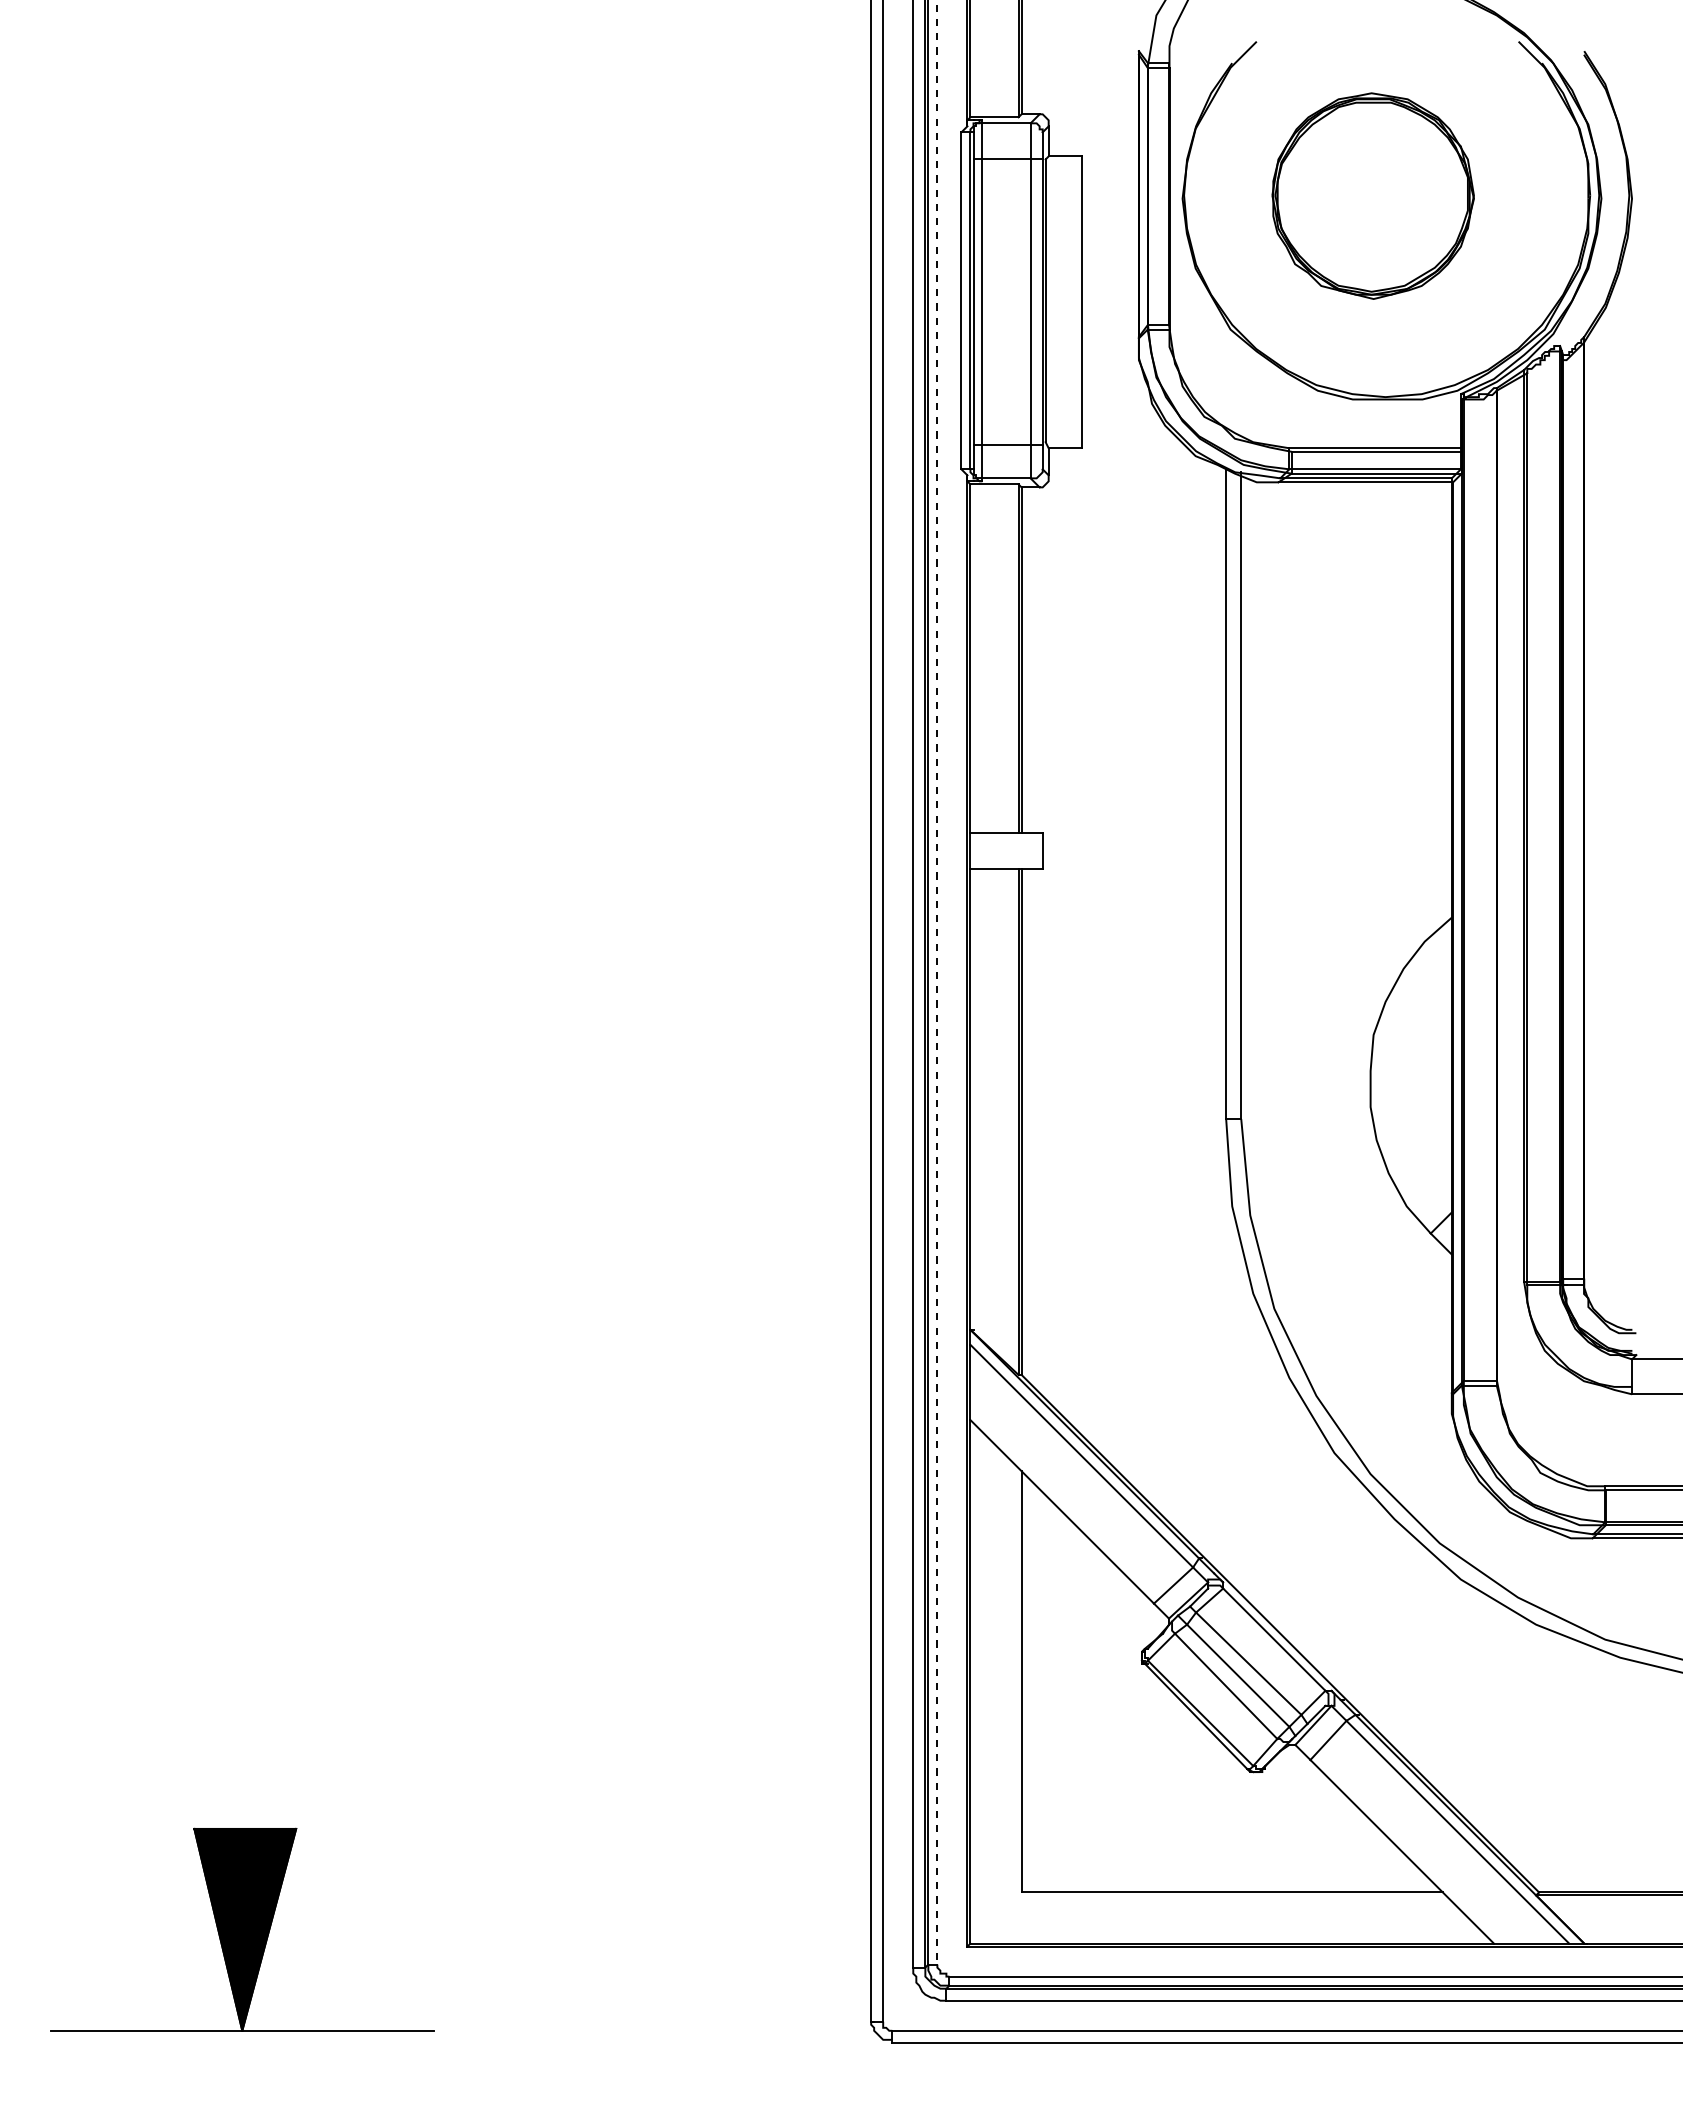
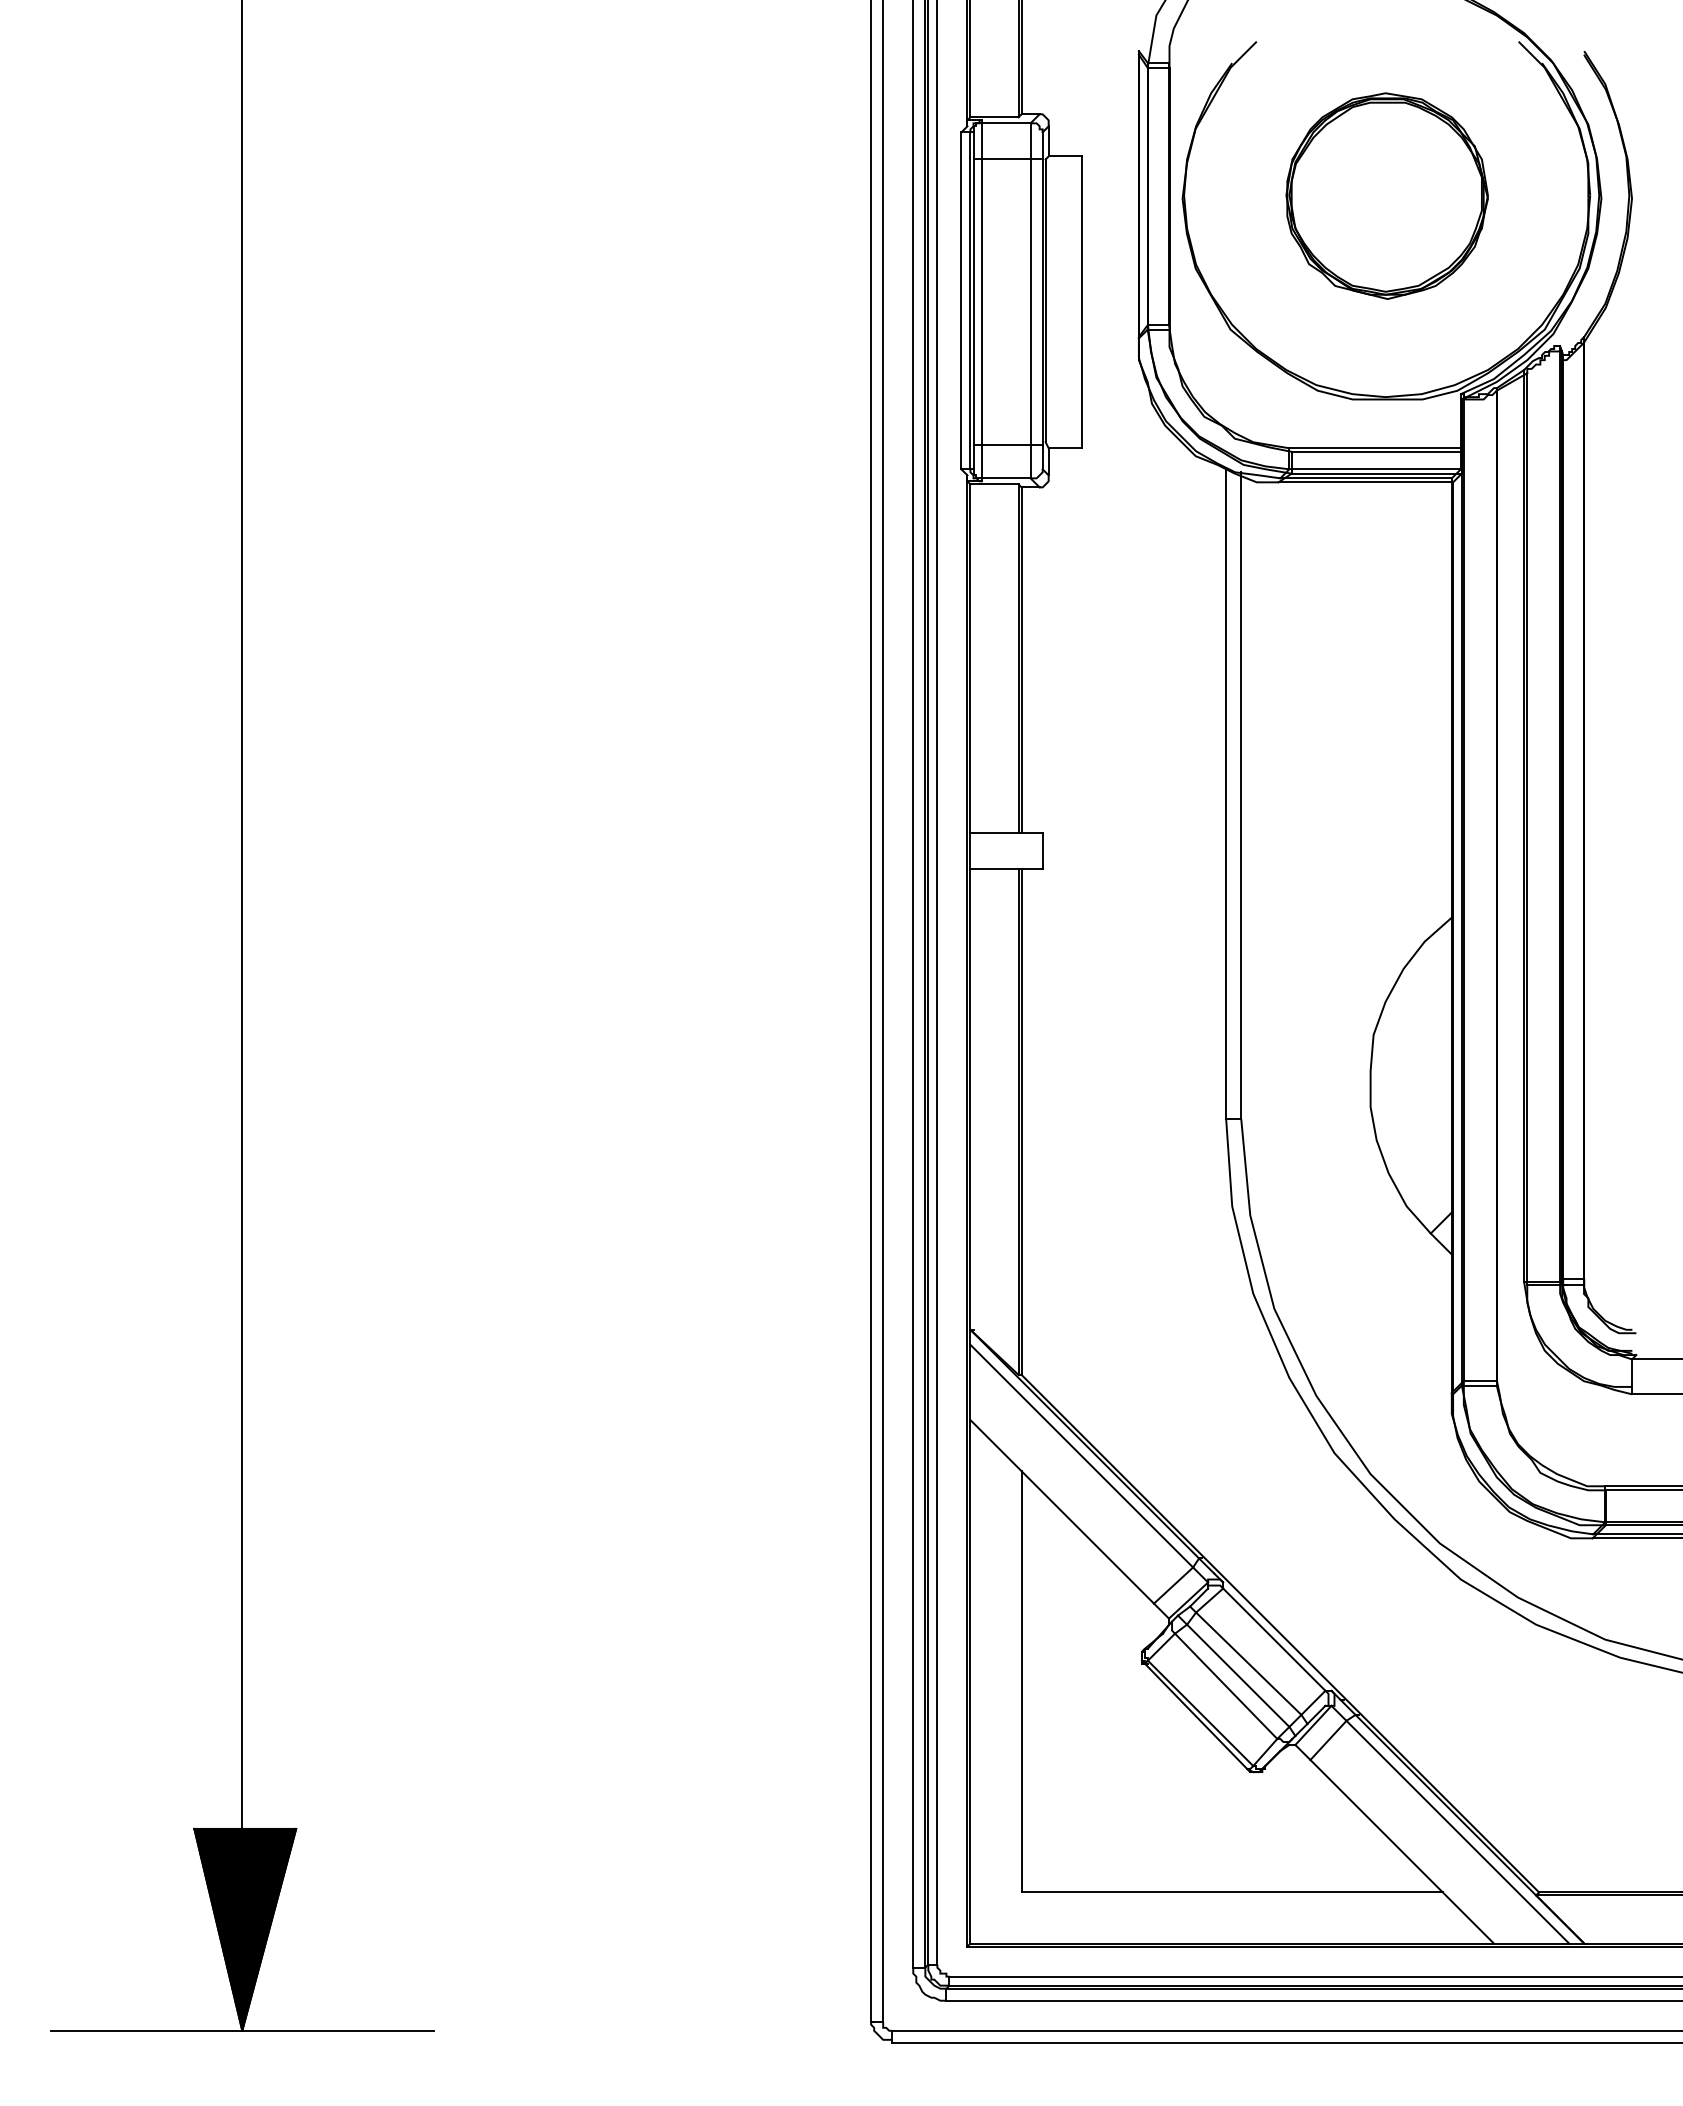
part at (1372, 195) position: (1372, 195) -> (1386, 195)
line at (242, 932): none -> present
line at (937, 982): dashed -> solid
